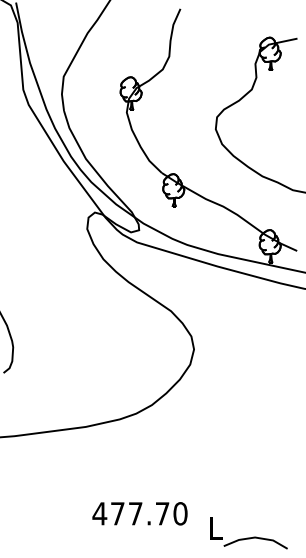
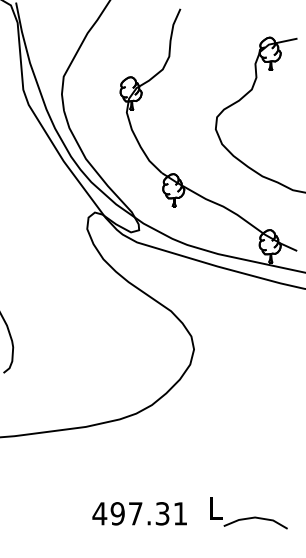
text at (148, 513): 477.70 -> 497.31
part at (248, 533) position: (248, 533) -> (248, 513)
